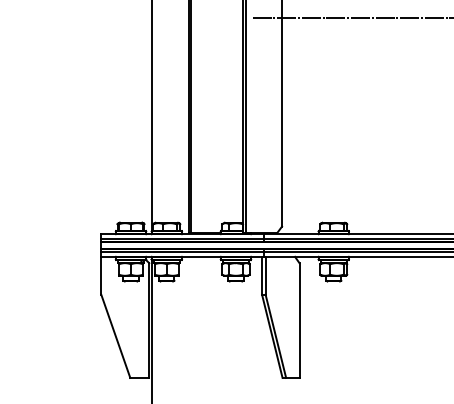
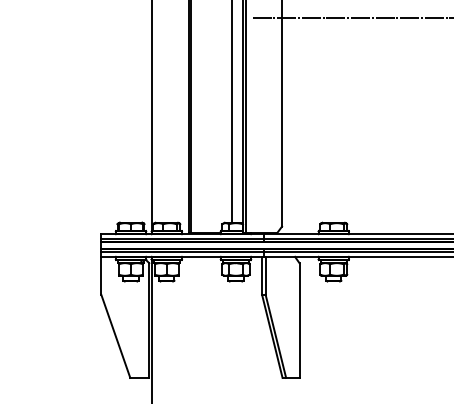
line at (231, 112): none -> present
